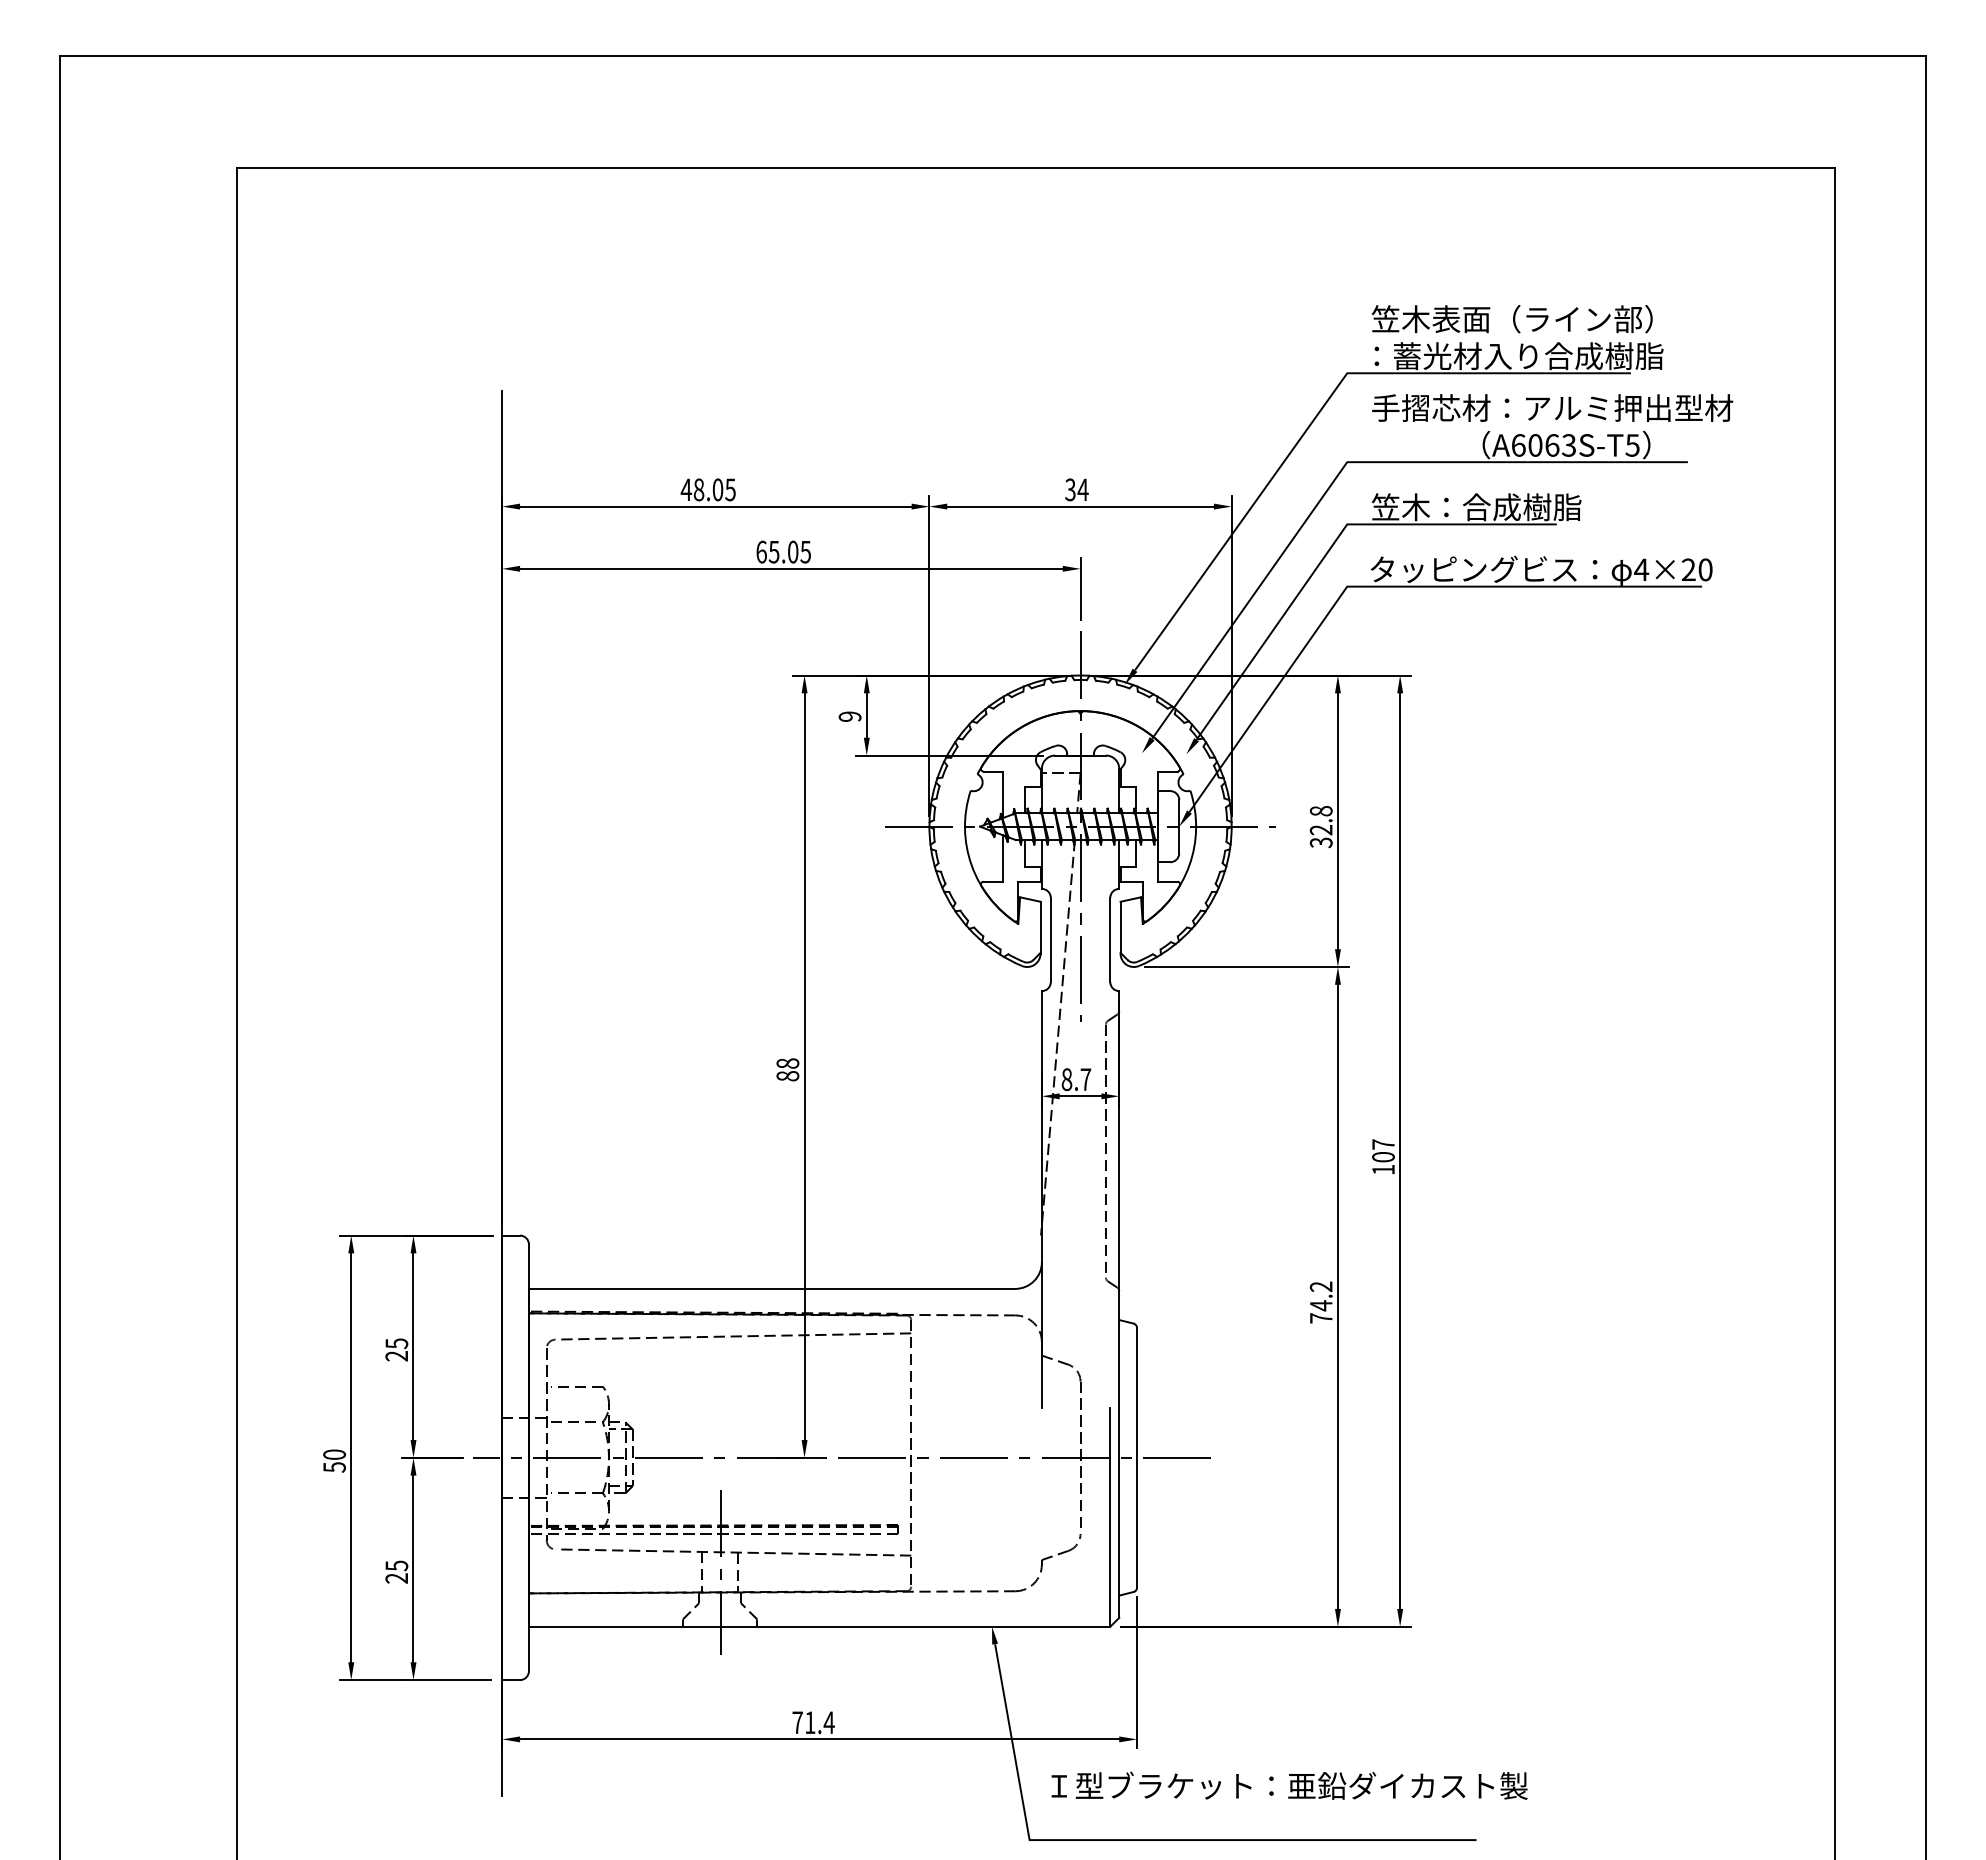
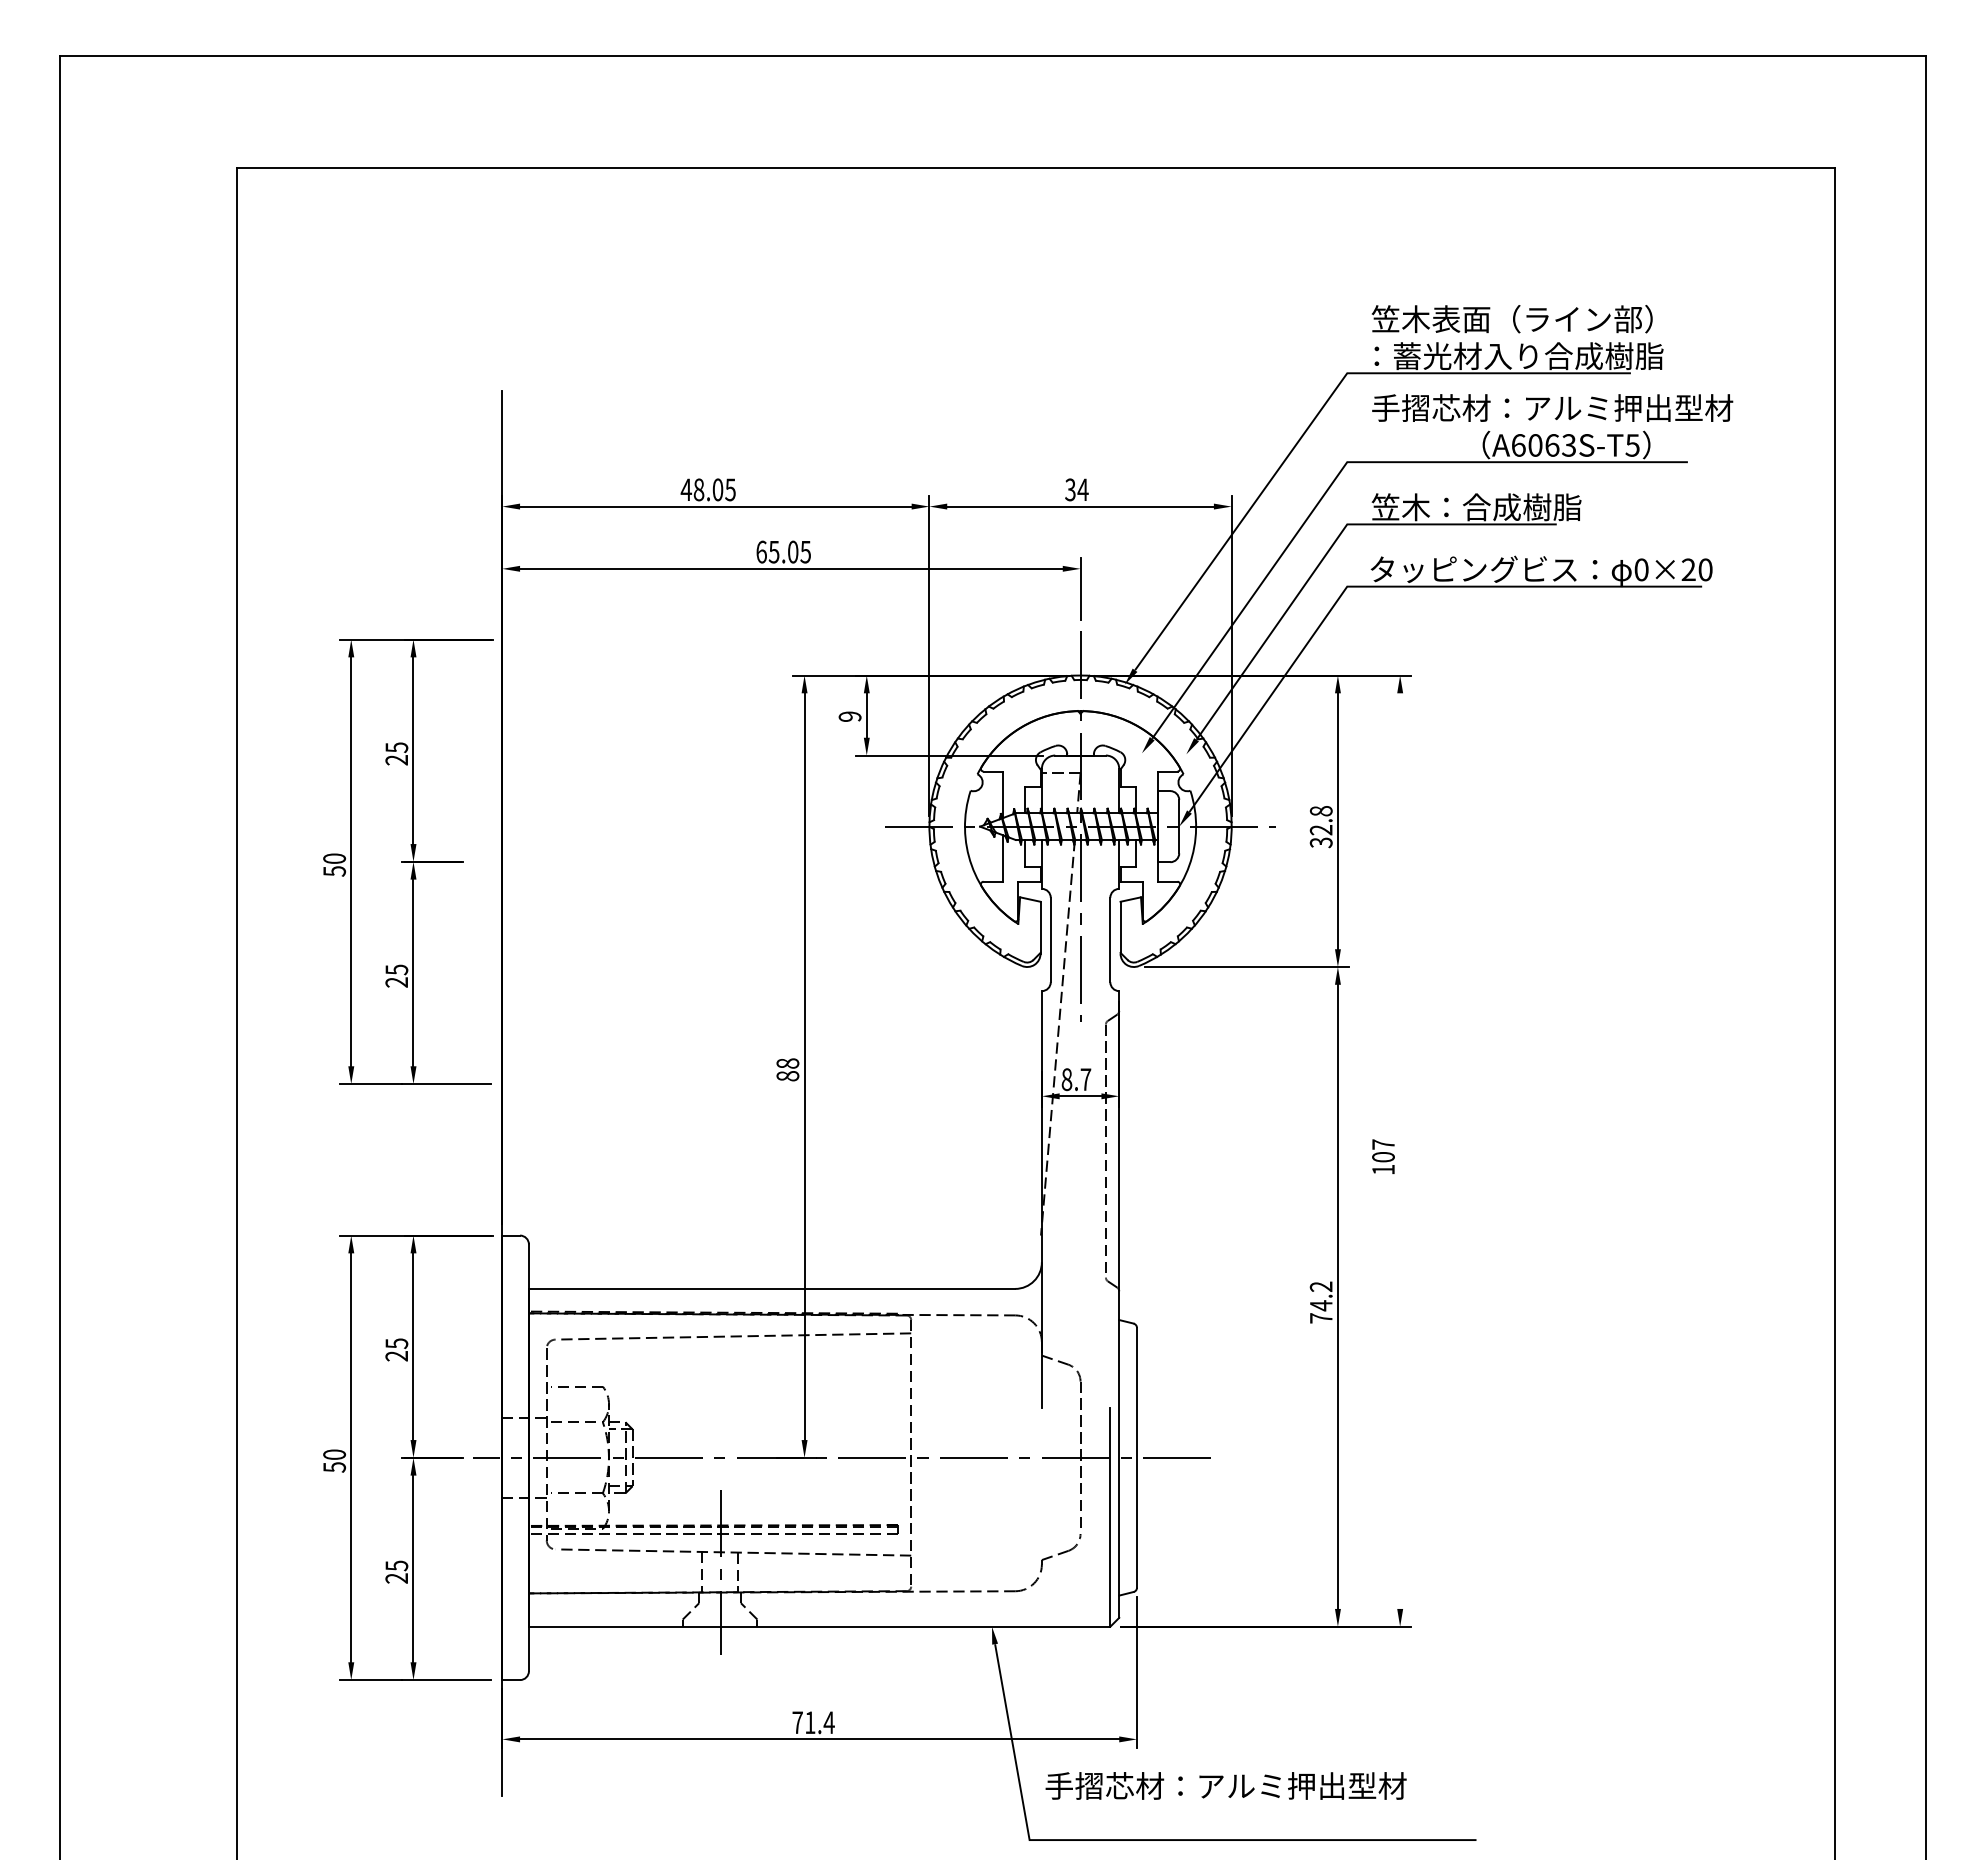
text at (1641, 569): 4×20 -> 0×20
part at (408, 861): none -> present
line at (1400, 1150): present -> none
text at (1286, 1785): Ｉ型ブラケット：亜鉛ダイカスト製 -> 手摺芯材：アルミ押出型材
